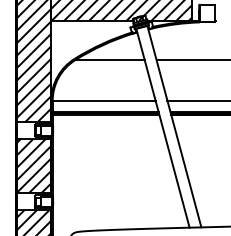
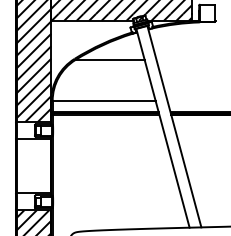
line at (191, 60): present -> none
line at (197, 100): present -> none
hatch at (33, 166): present -> none
